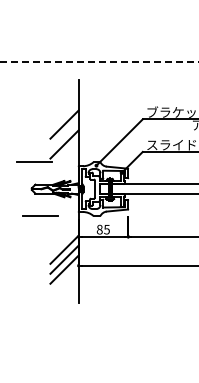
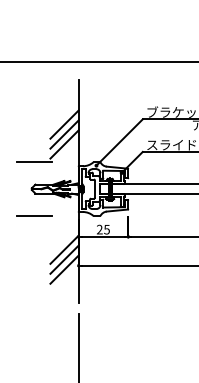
line at (99, 62): dashed -> solid
line at (64, 134): none -> present
line at (40, 215) position: (40, 215) -> (34, 215)
text at (99, 229): 85 -> 25
line at (78, 346): none -> present
